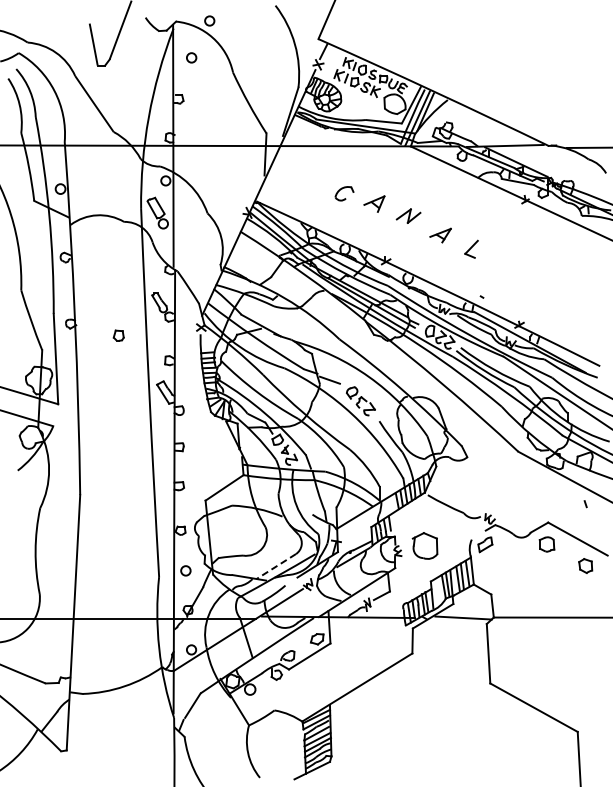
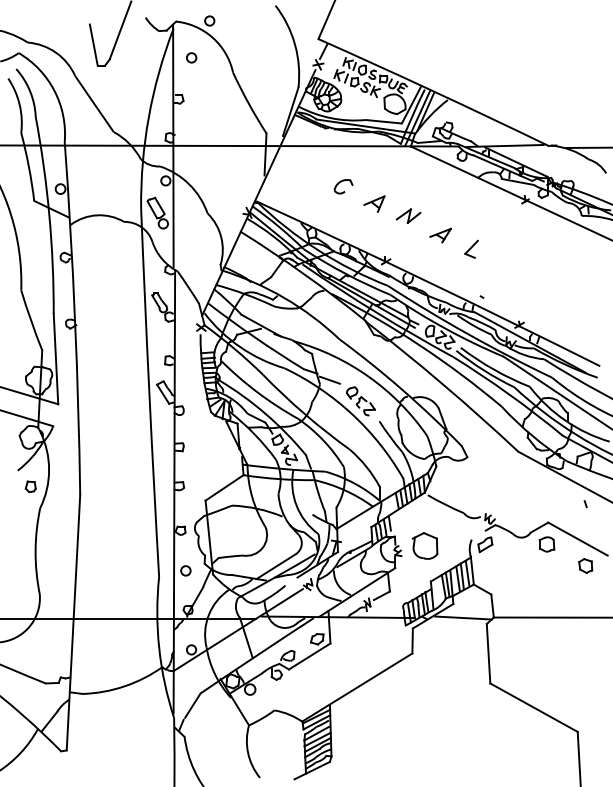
part at (344, 193) position: (344, 193) -> (343, 186)
part at (118, 335) position: (118, 335) -> (30, 486)
line at (275, 566): dashed -> solid
